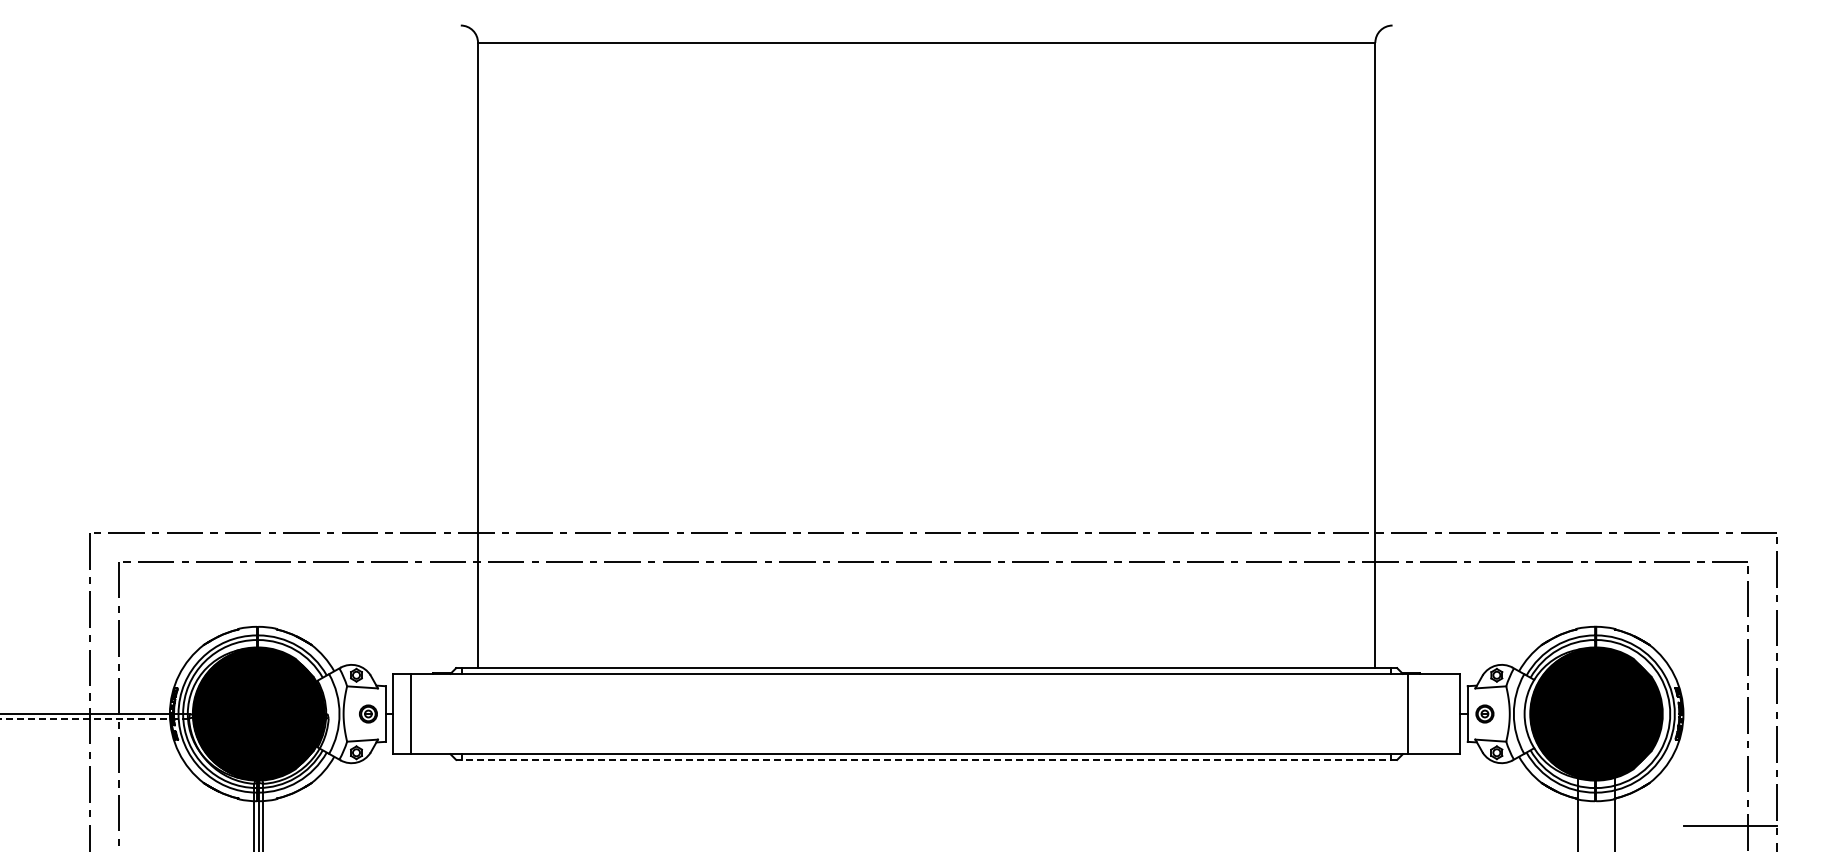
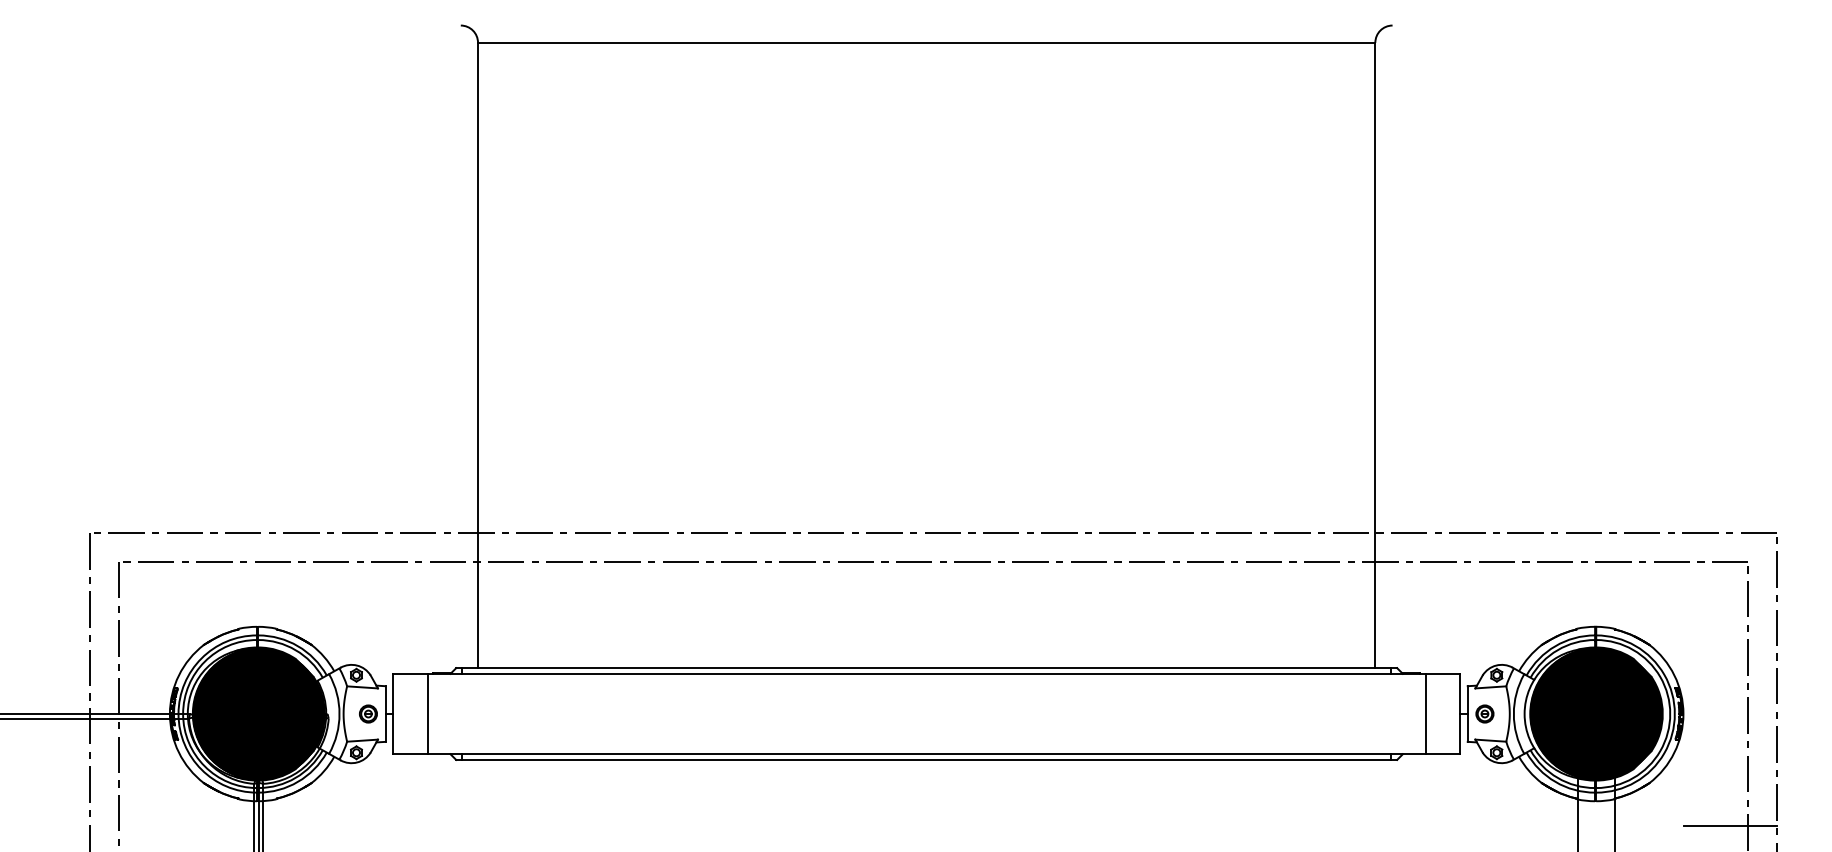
line at (410, 713) position: (410, 713) -> (427, 713)
line at (1407, 713) position: (1407, 713) -> (1425, 713)
line at (94, 718): dashed -> solid
line at (926, 759): dashed -> solid
